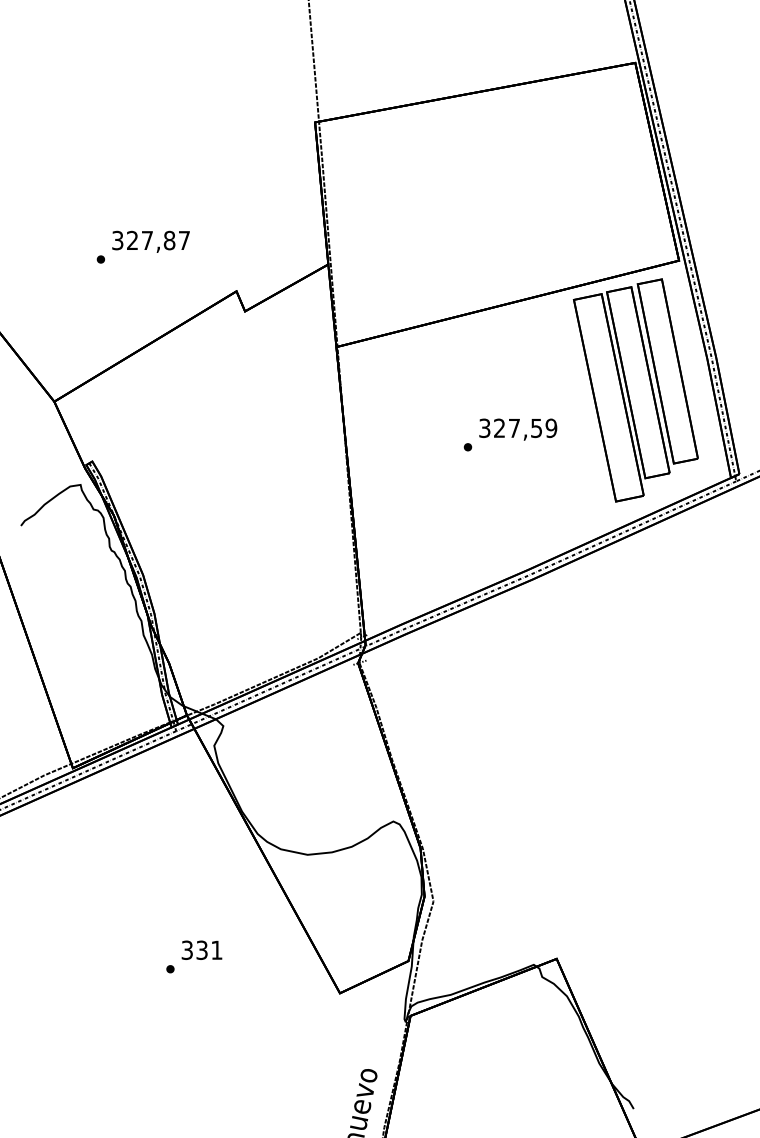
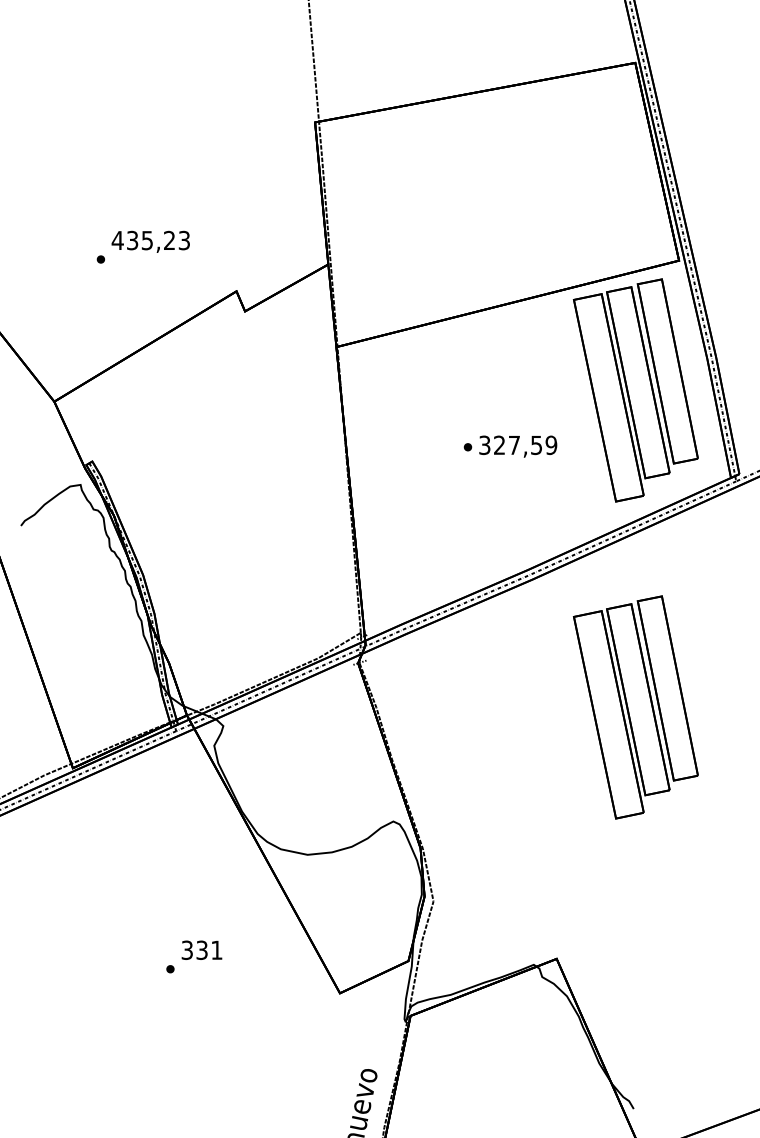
text at (150, 240): 327,87 -> 435,23
text at (518, 429) position: (518, 429) -> (518, 446)
part at (635, 707): none -> present
